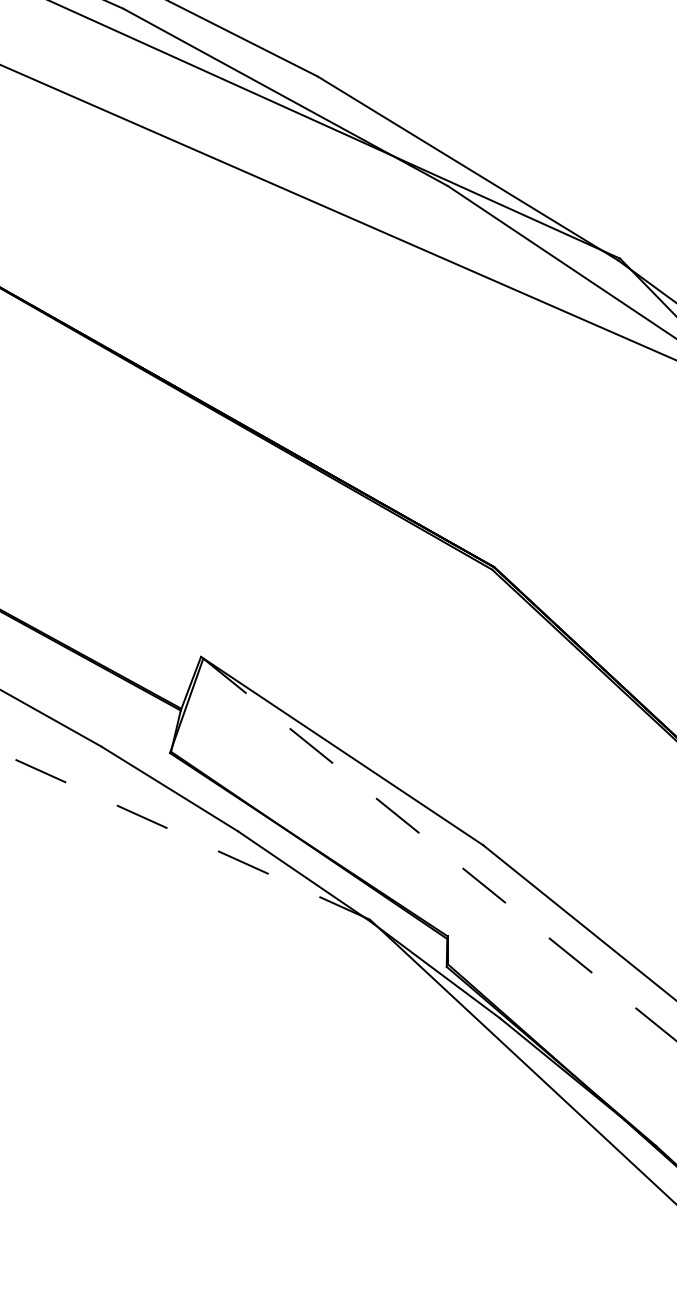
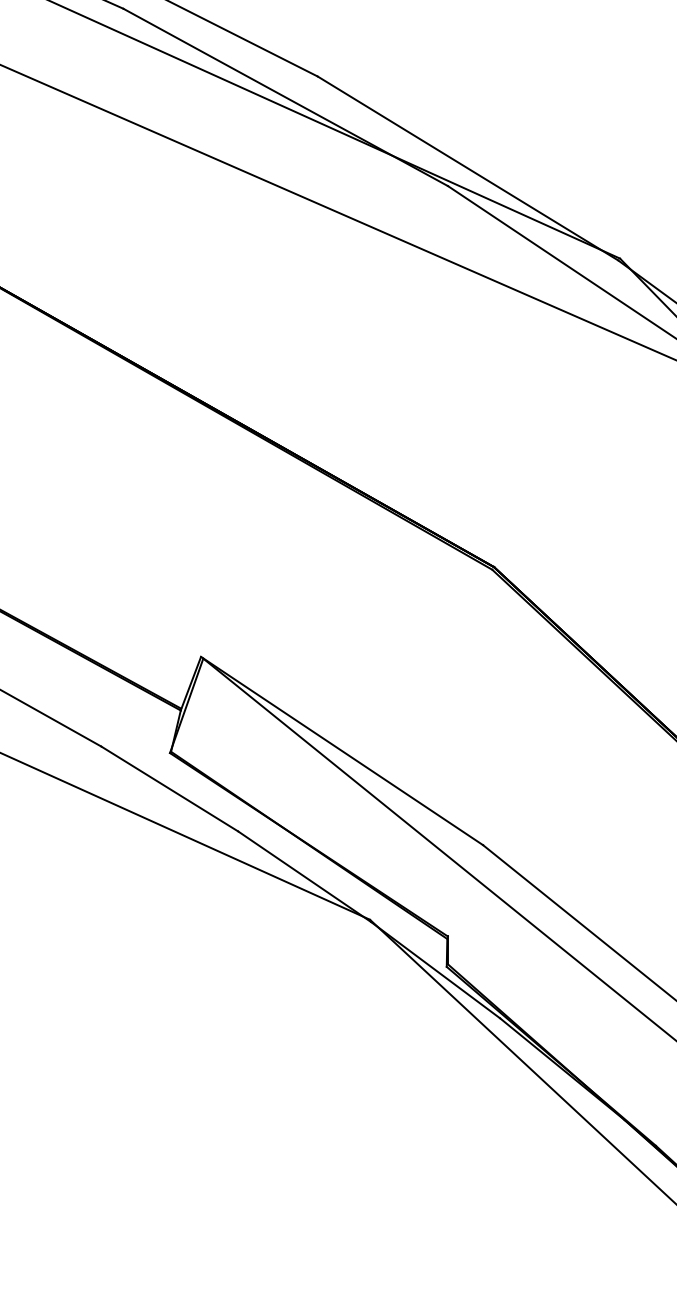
line at (185, 836): dashed -> solid
line at (440, 850): dashed -> solid
